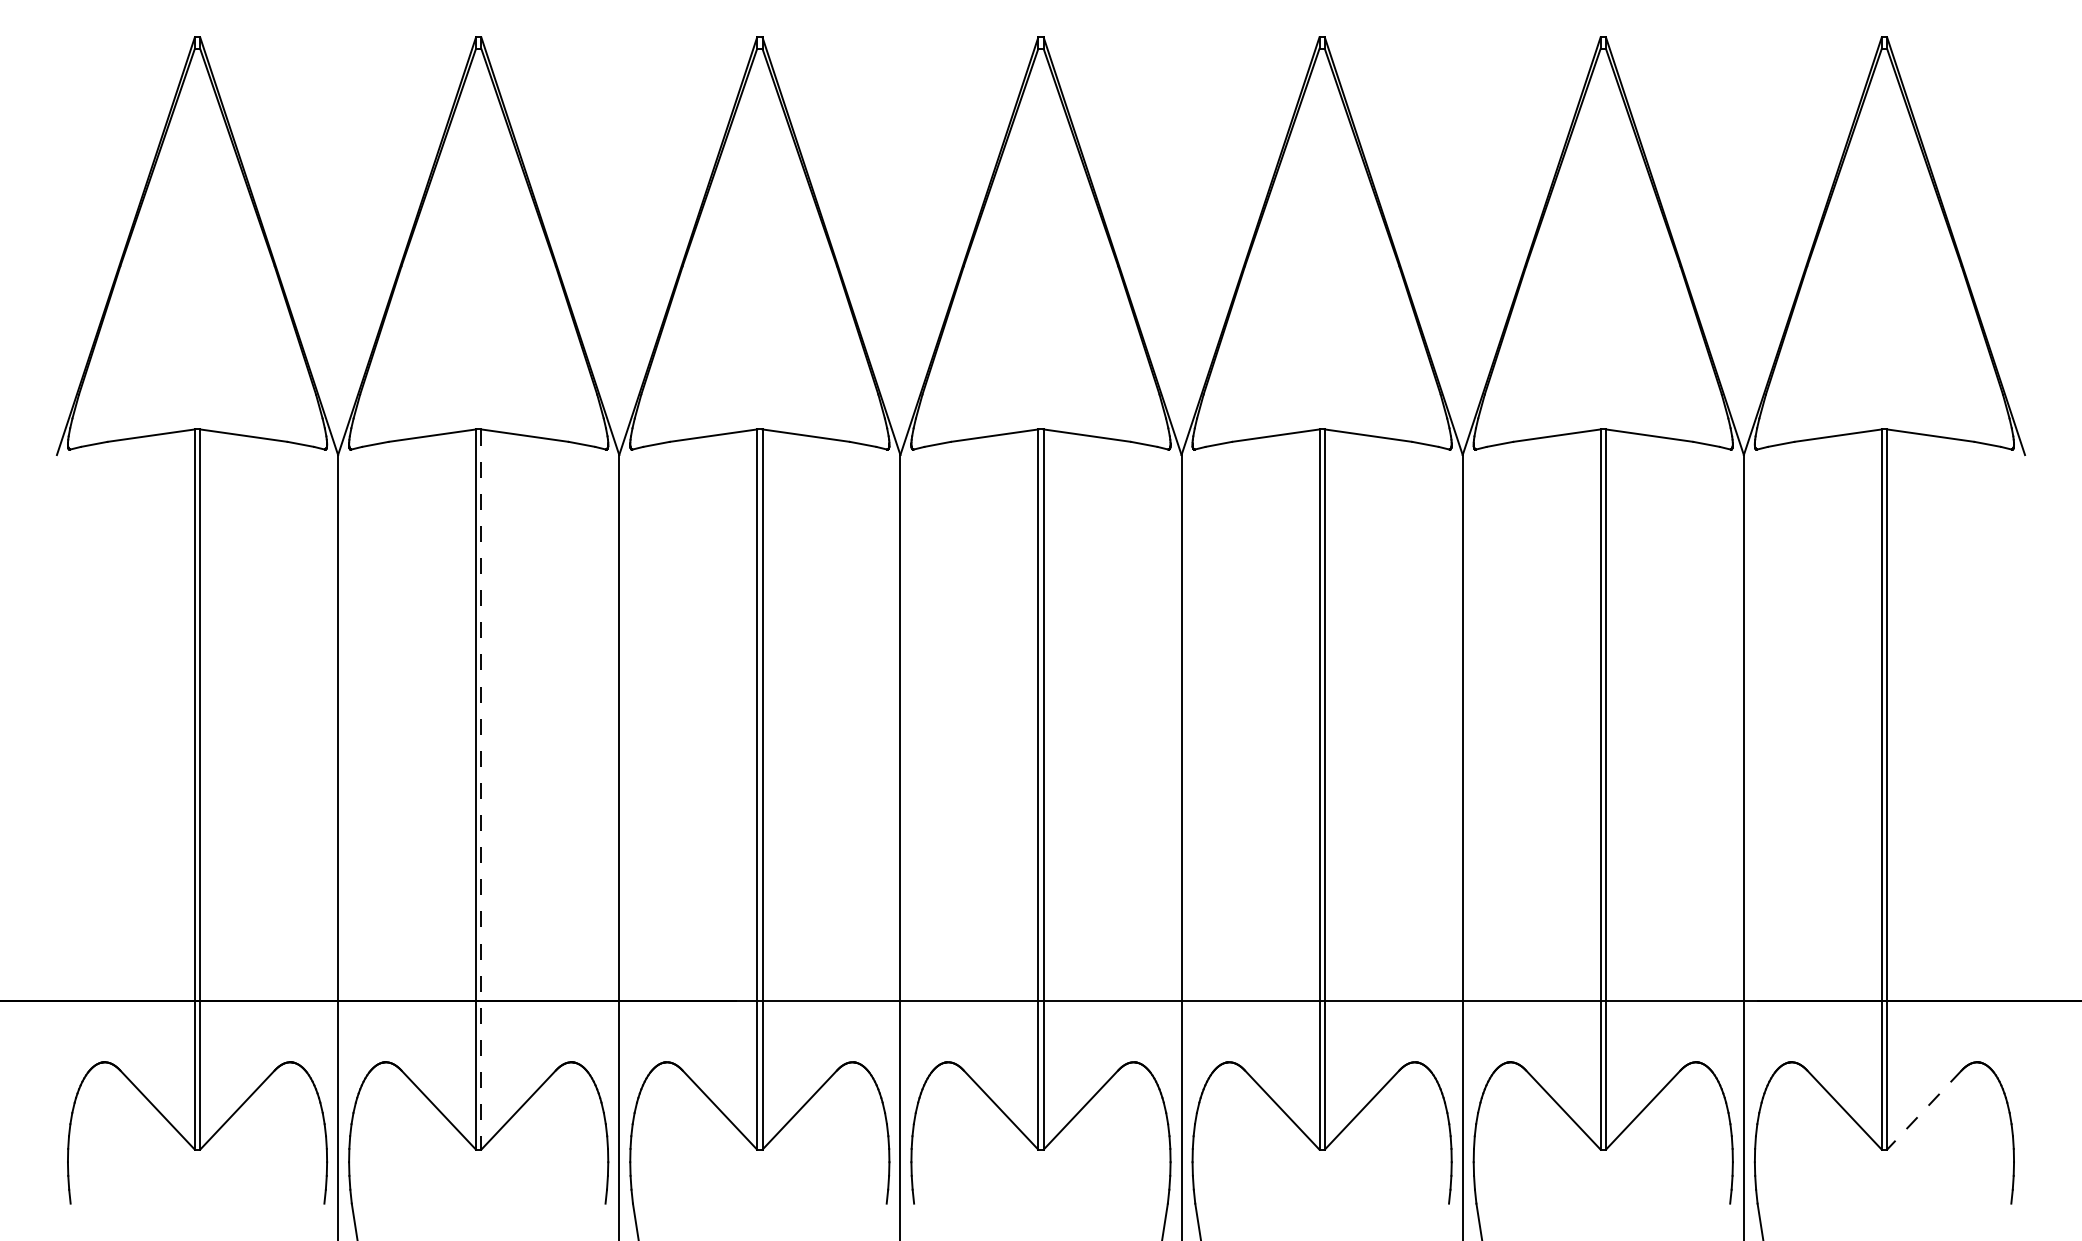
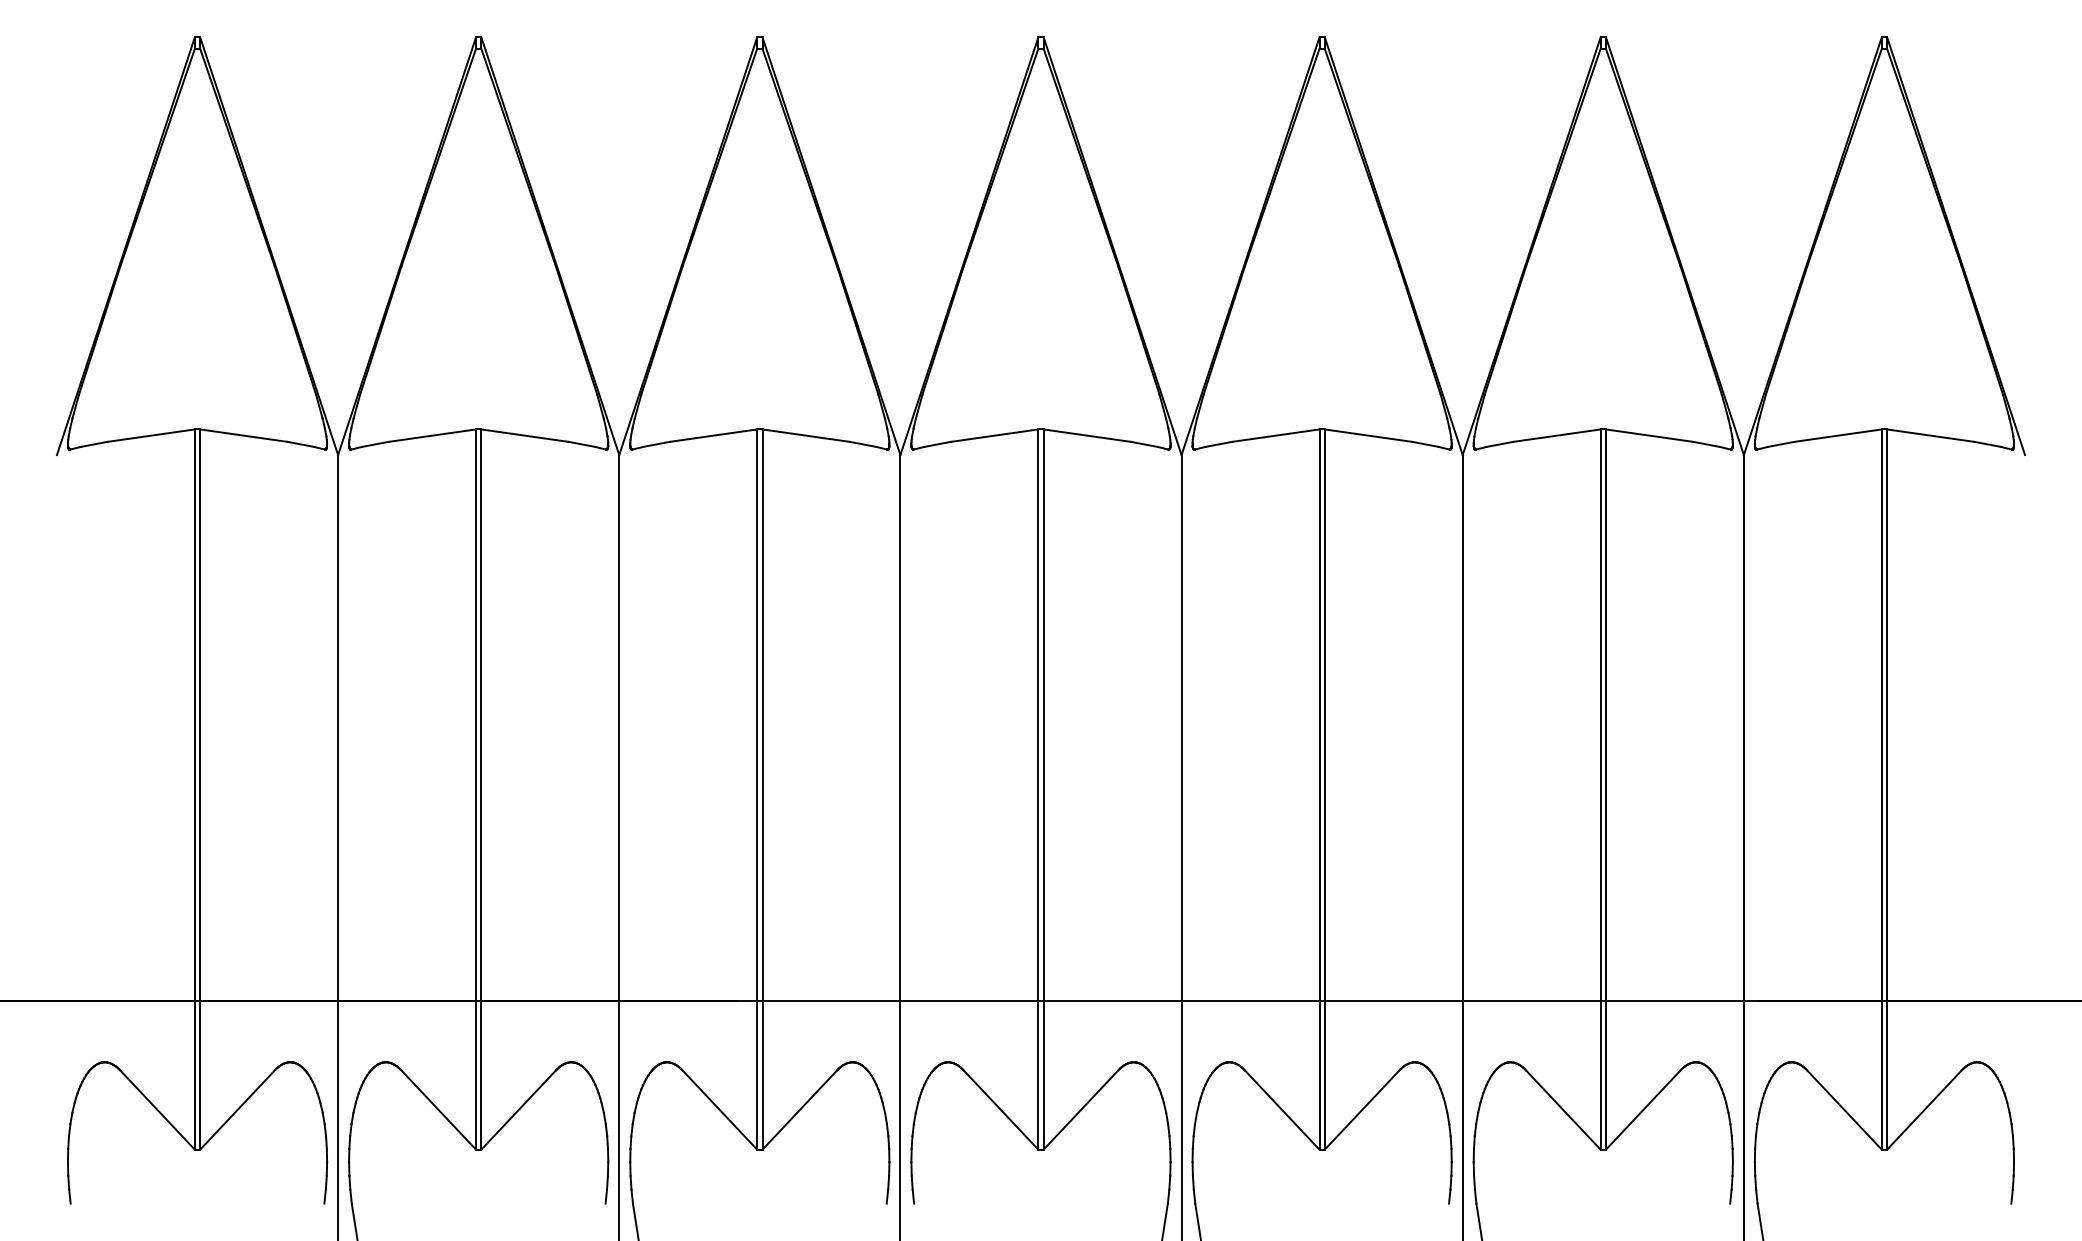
line at (481, 790): dashed -> solid
line at (1924, 1110): dashed -> solid
